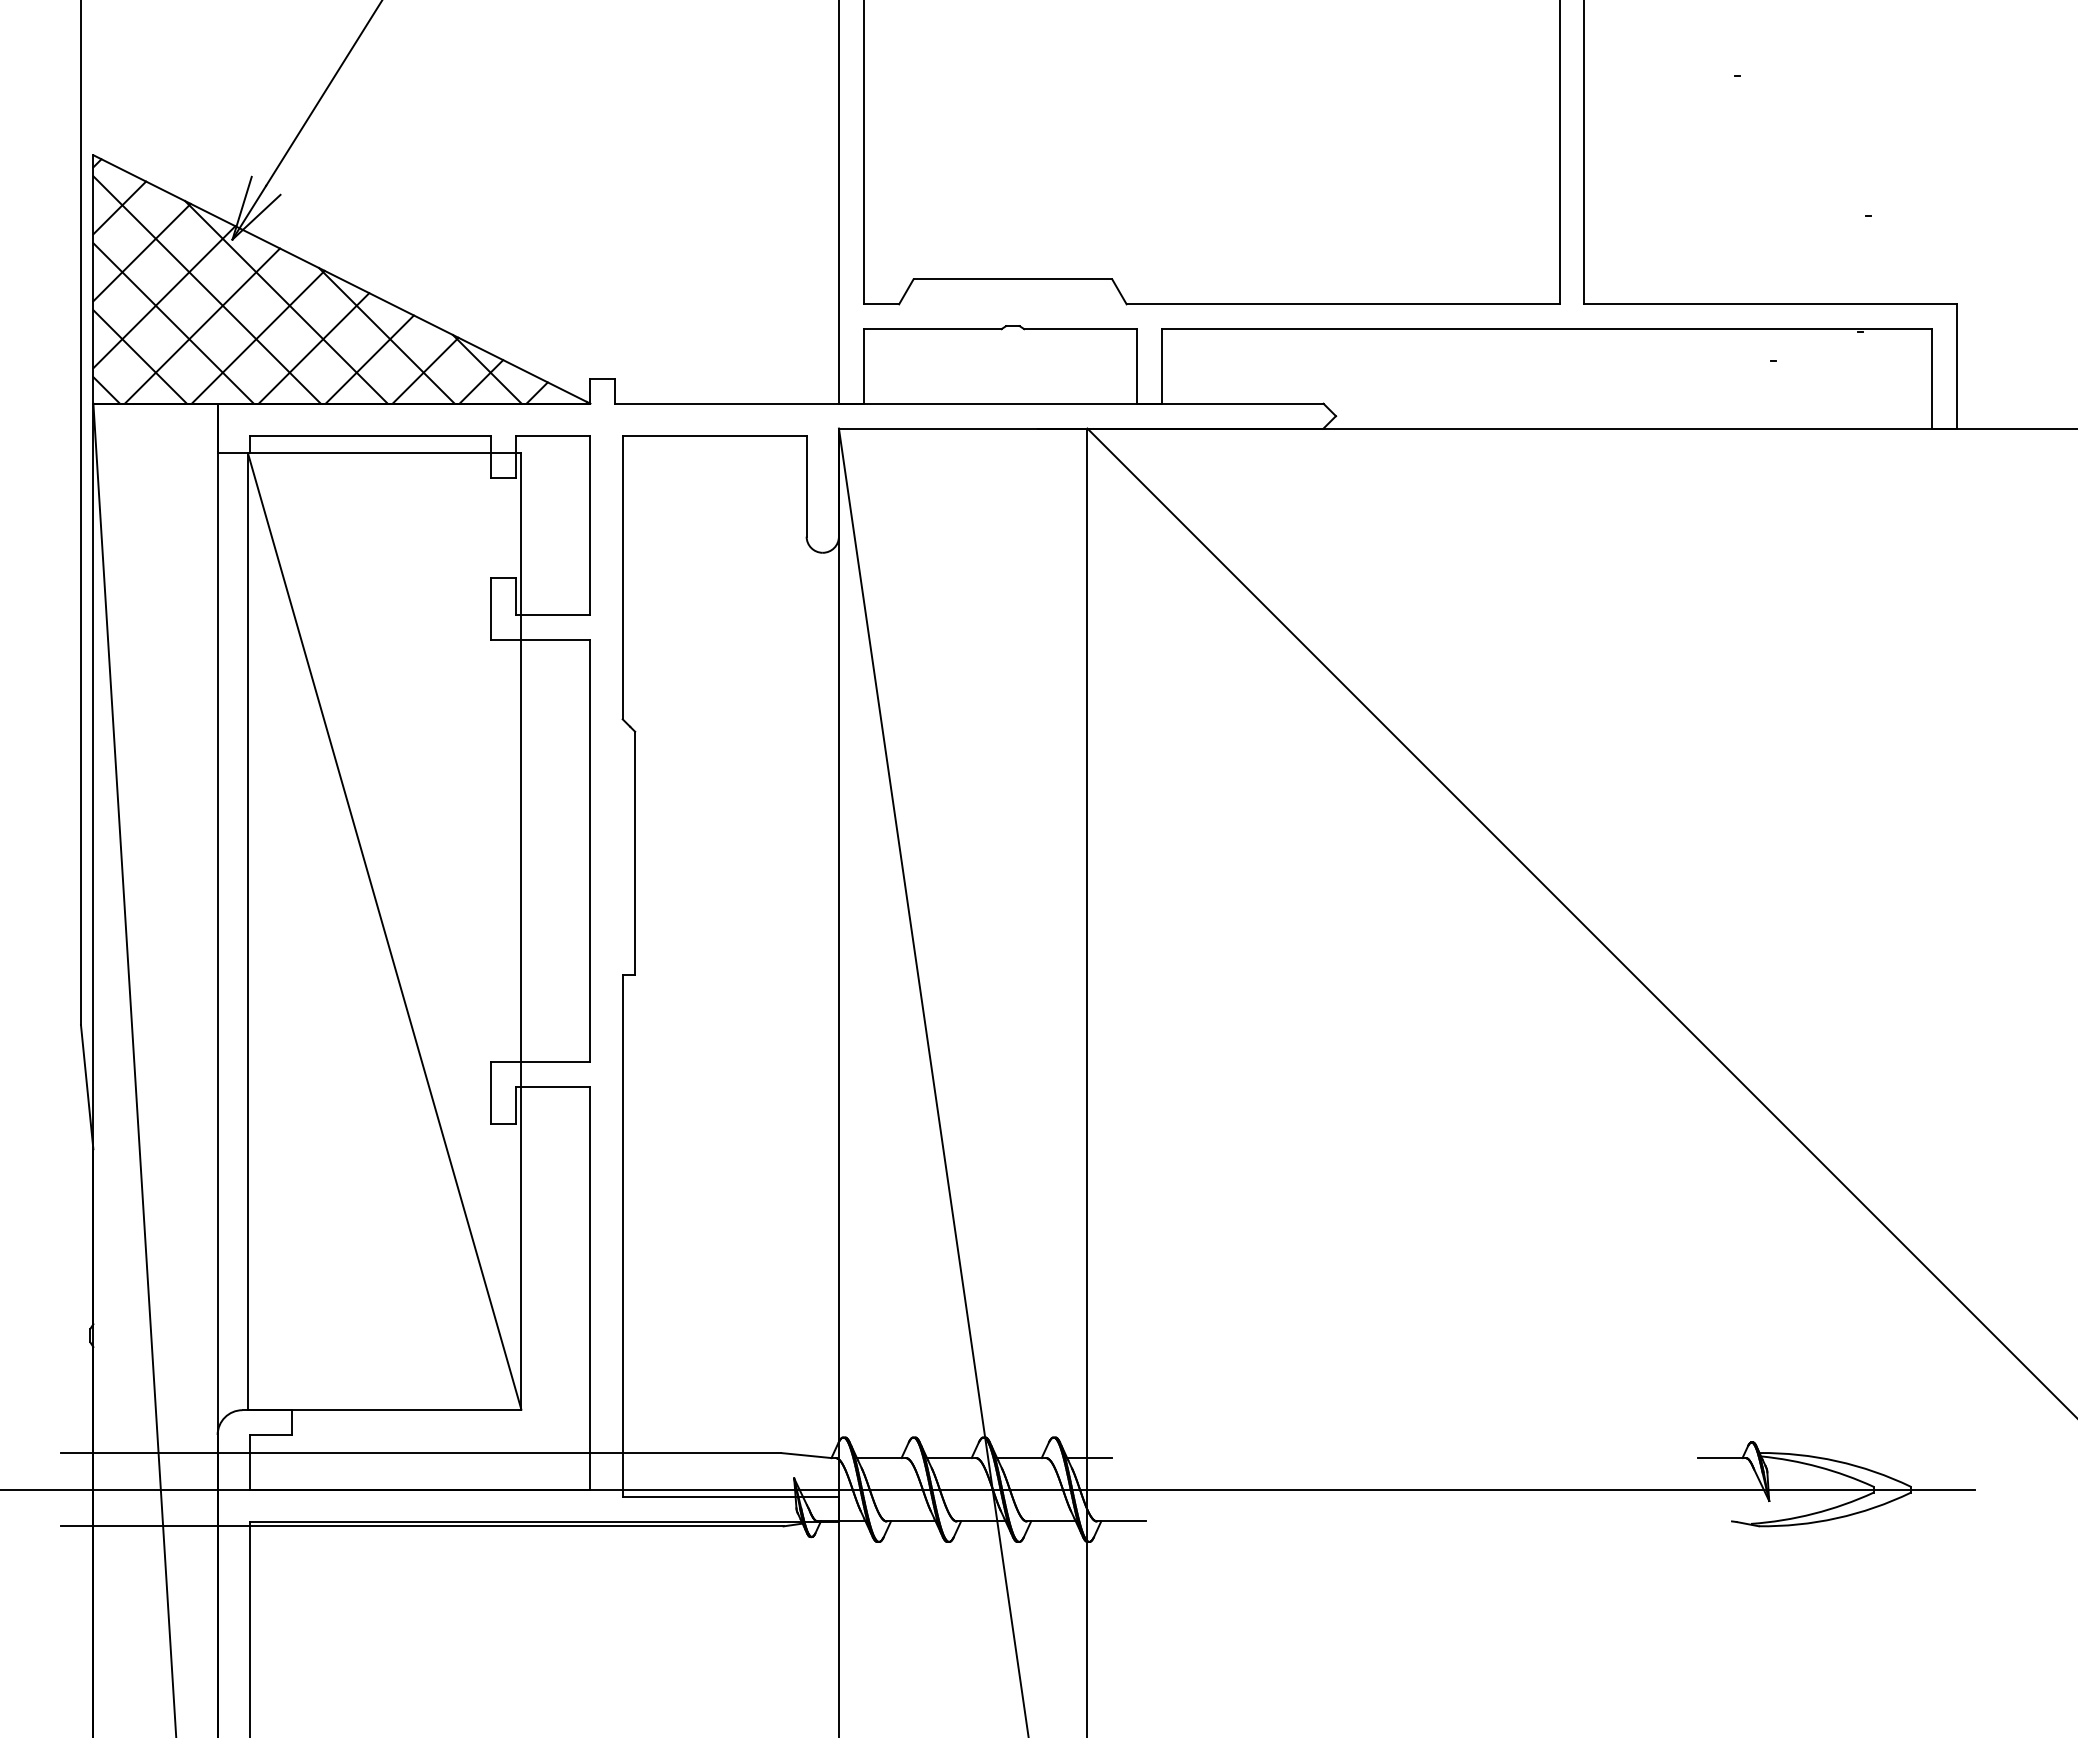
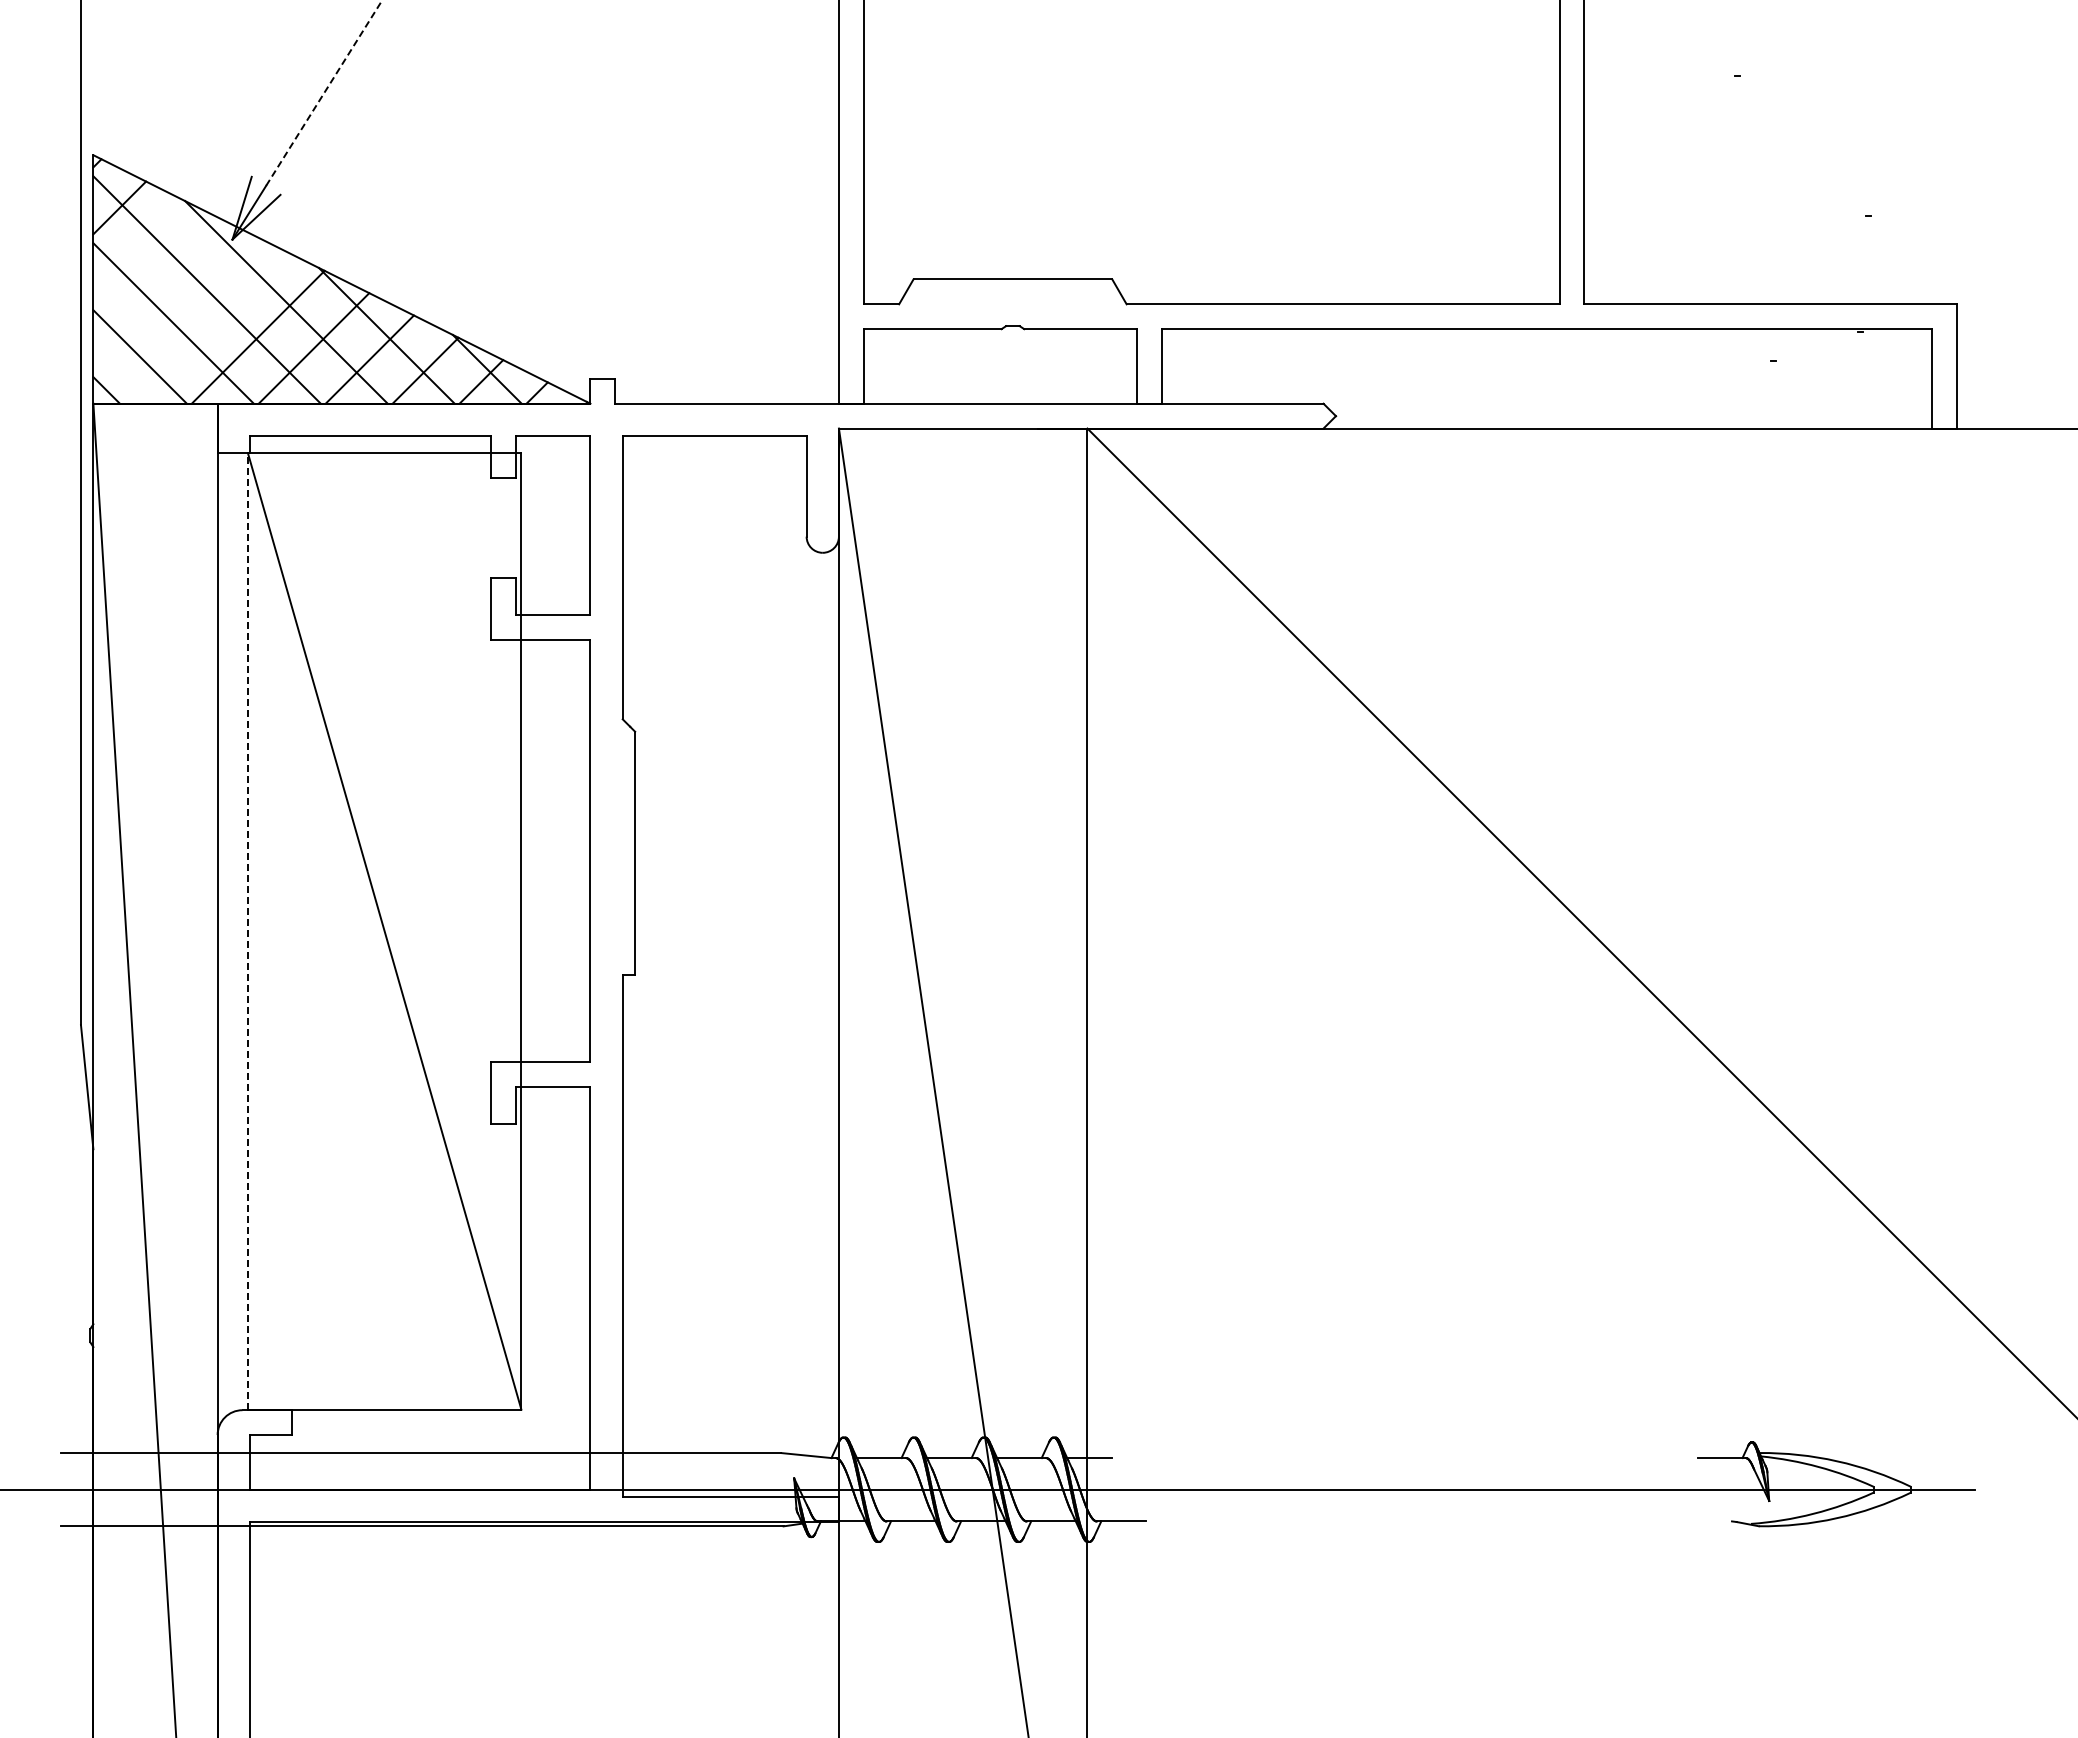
line at (324, 92): solid -> dashed
line at (141, 252): present -> none
line at (164, 297): present -> none
line at (202, 325): present -> none
line at (248, 931): solid -> dashed
